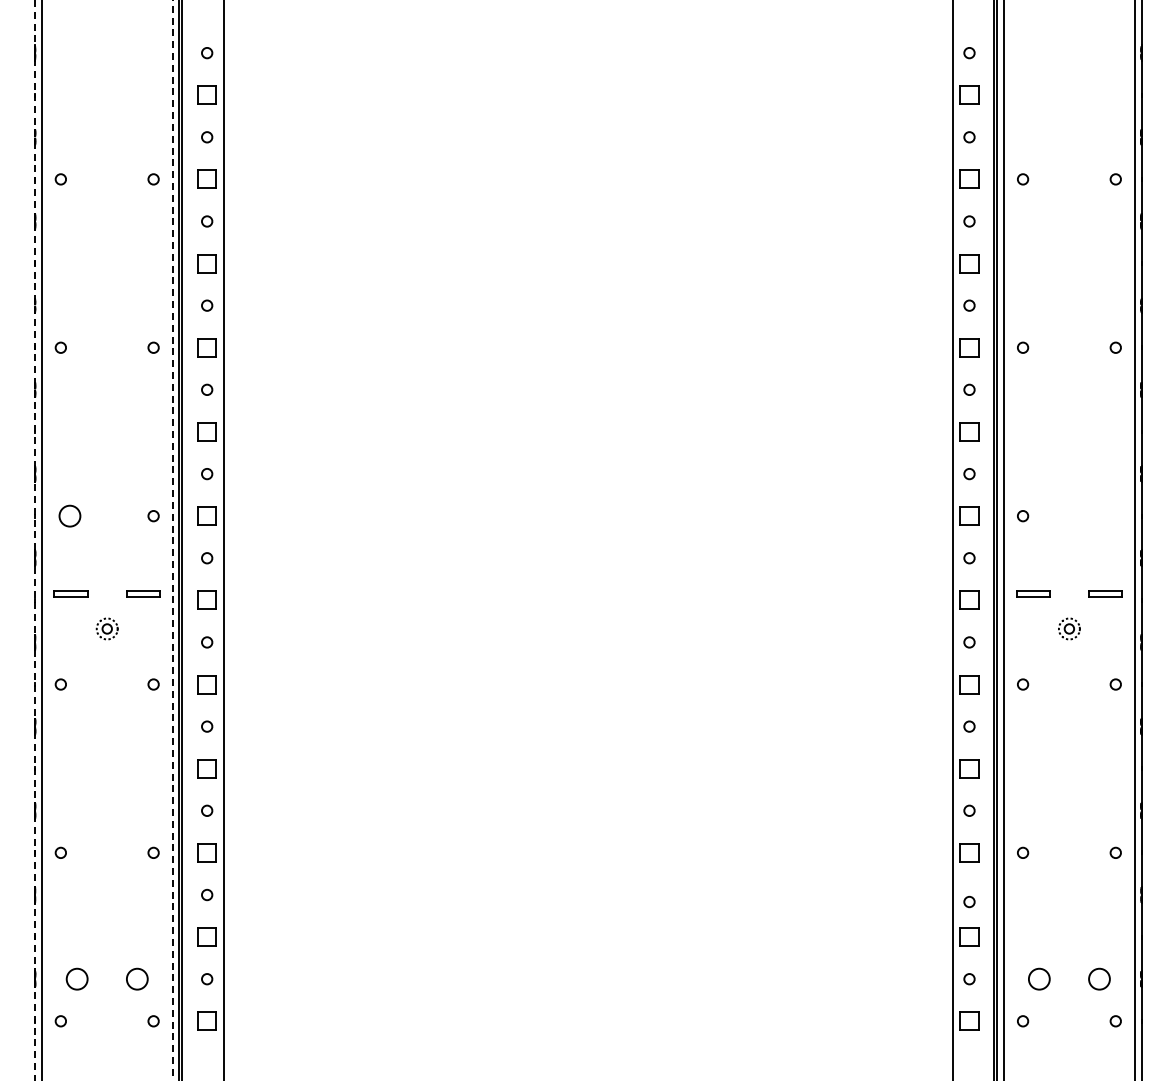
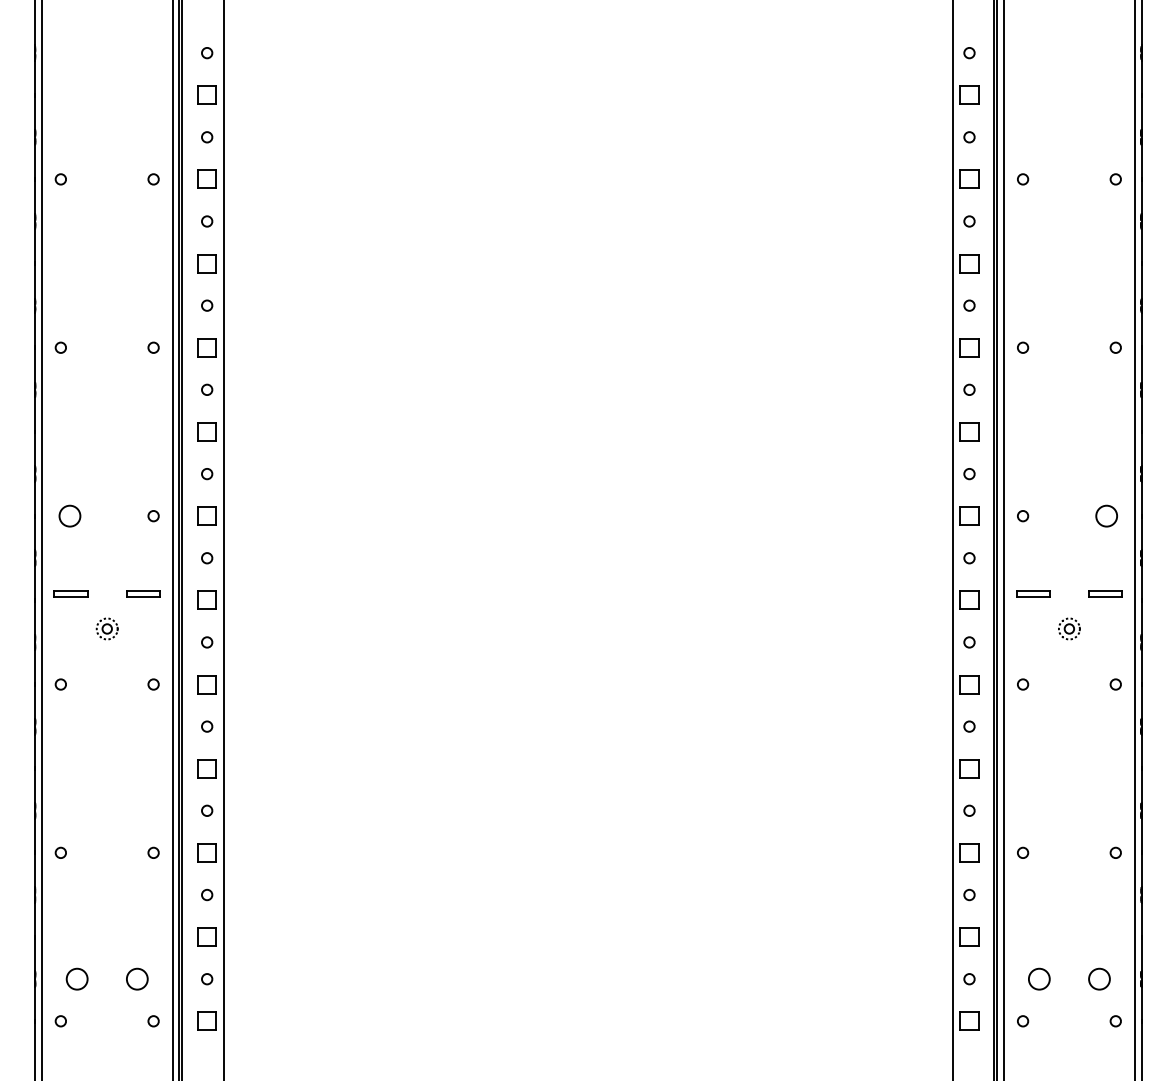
circle at (1106, 515): none -> present
line at (35, 540): dashed -> solid
line at (172, 540): dashed -> solid
circle at (969, 901) position: (969, 901) -> (969, 894)
